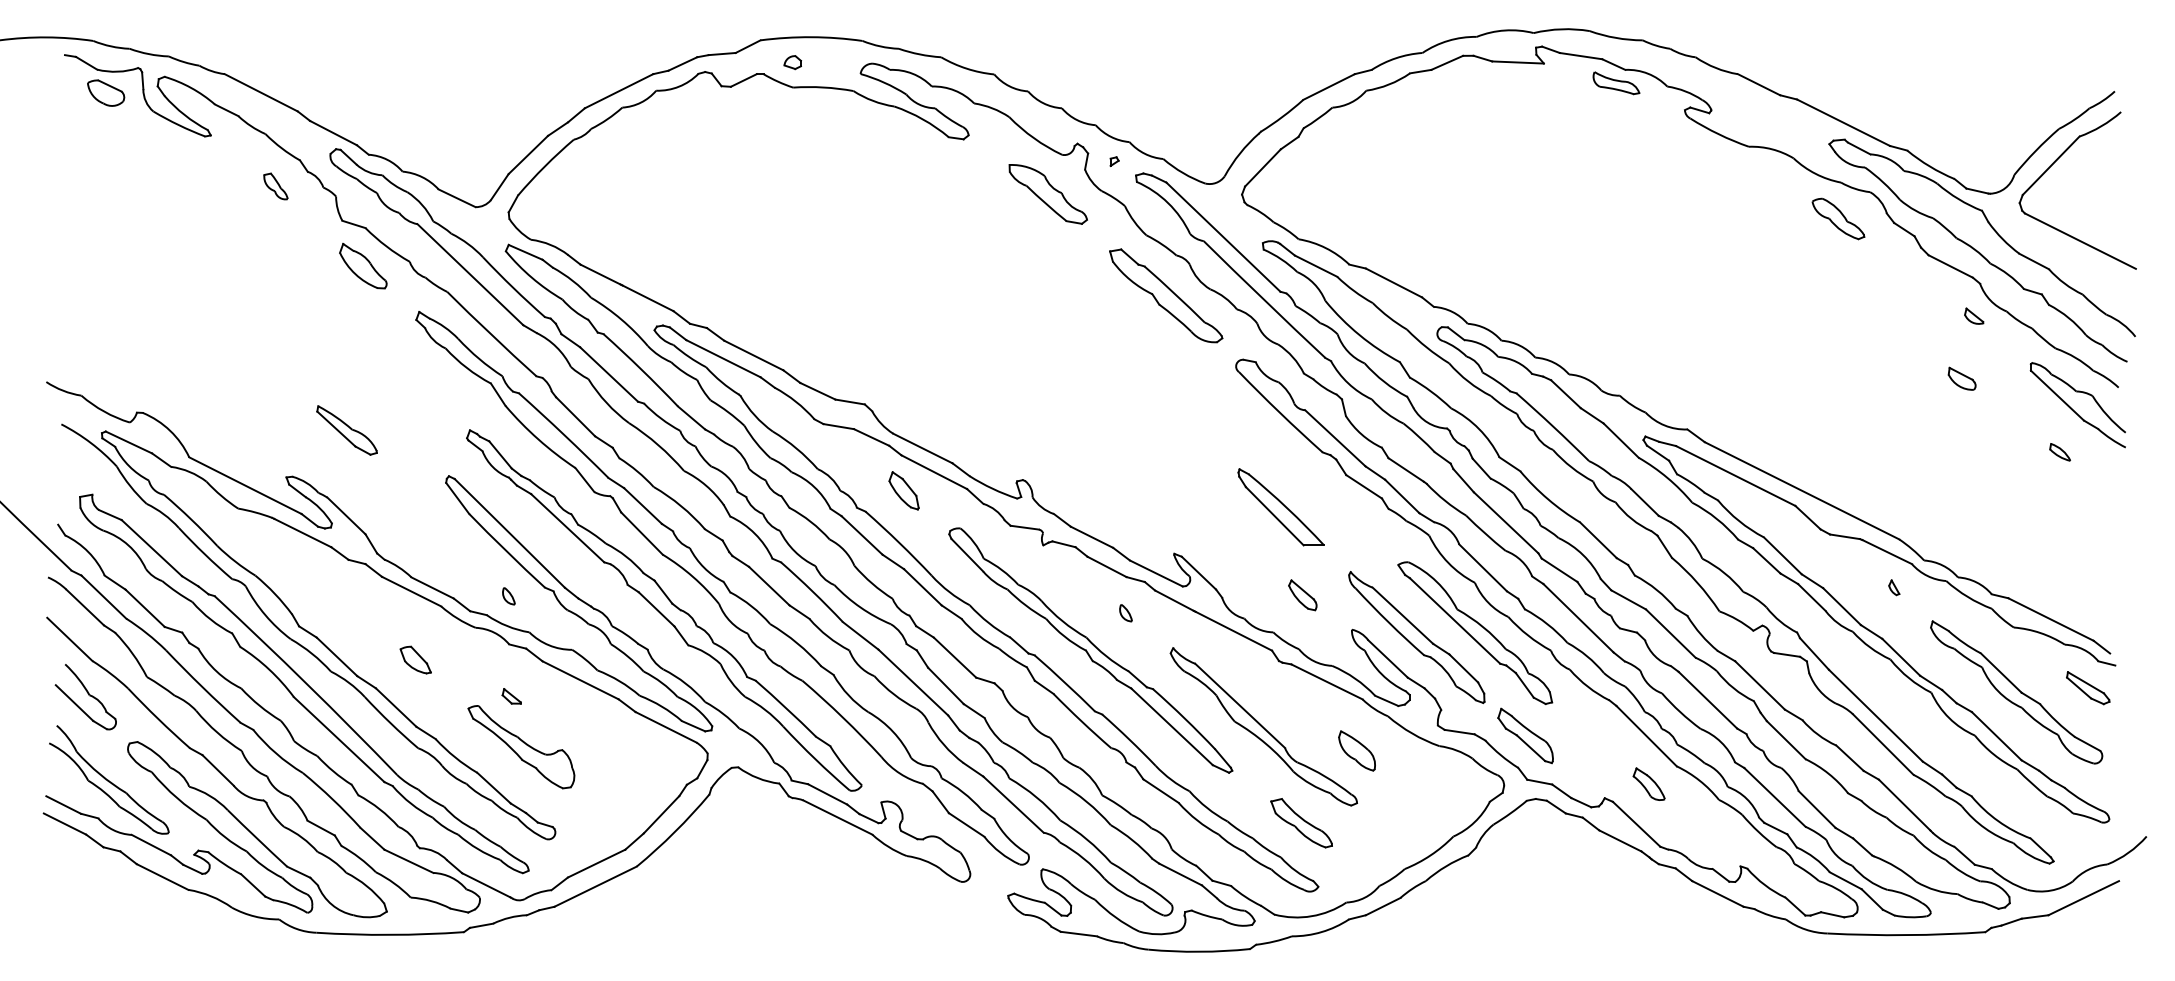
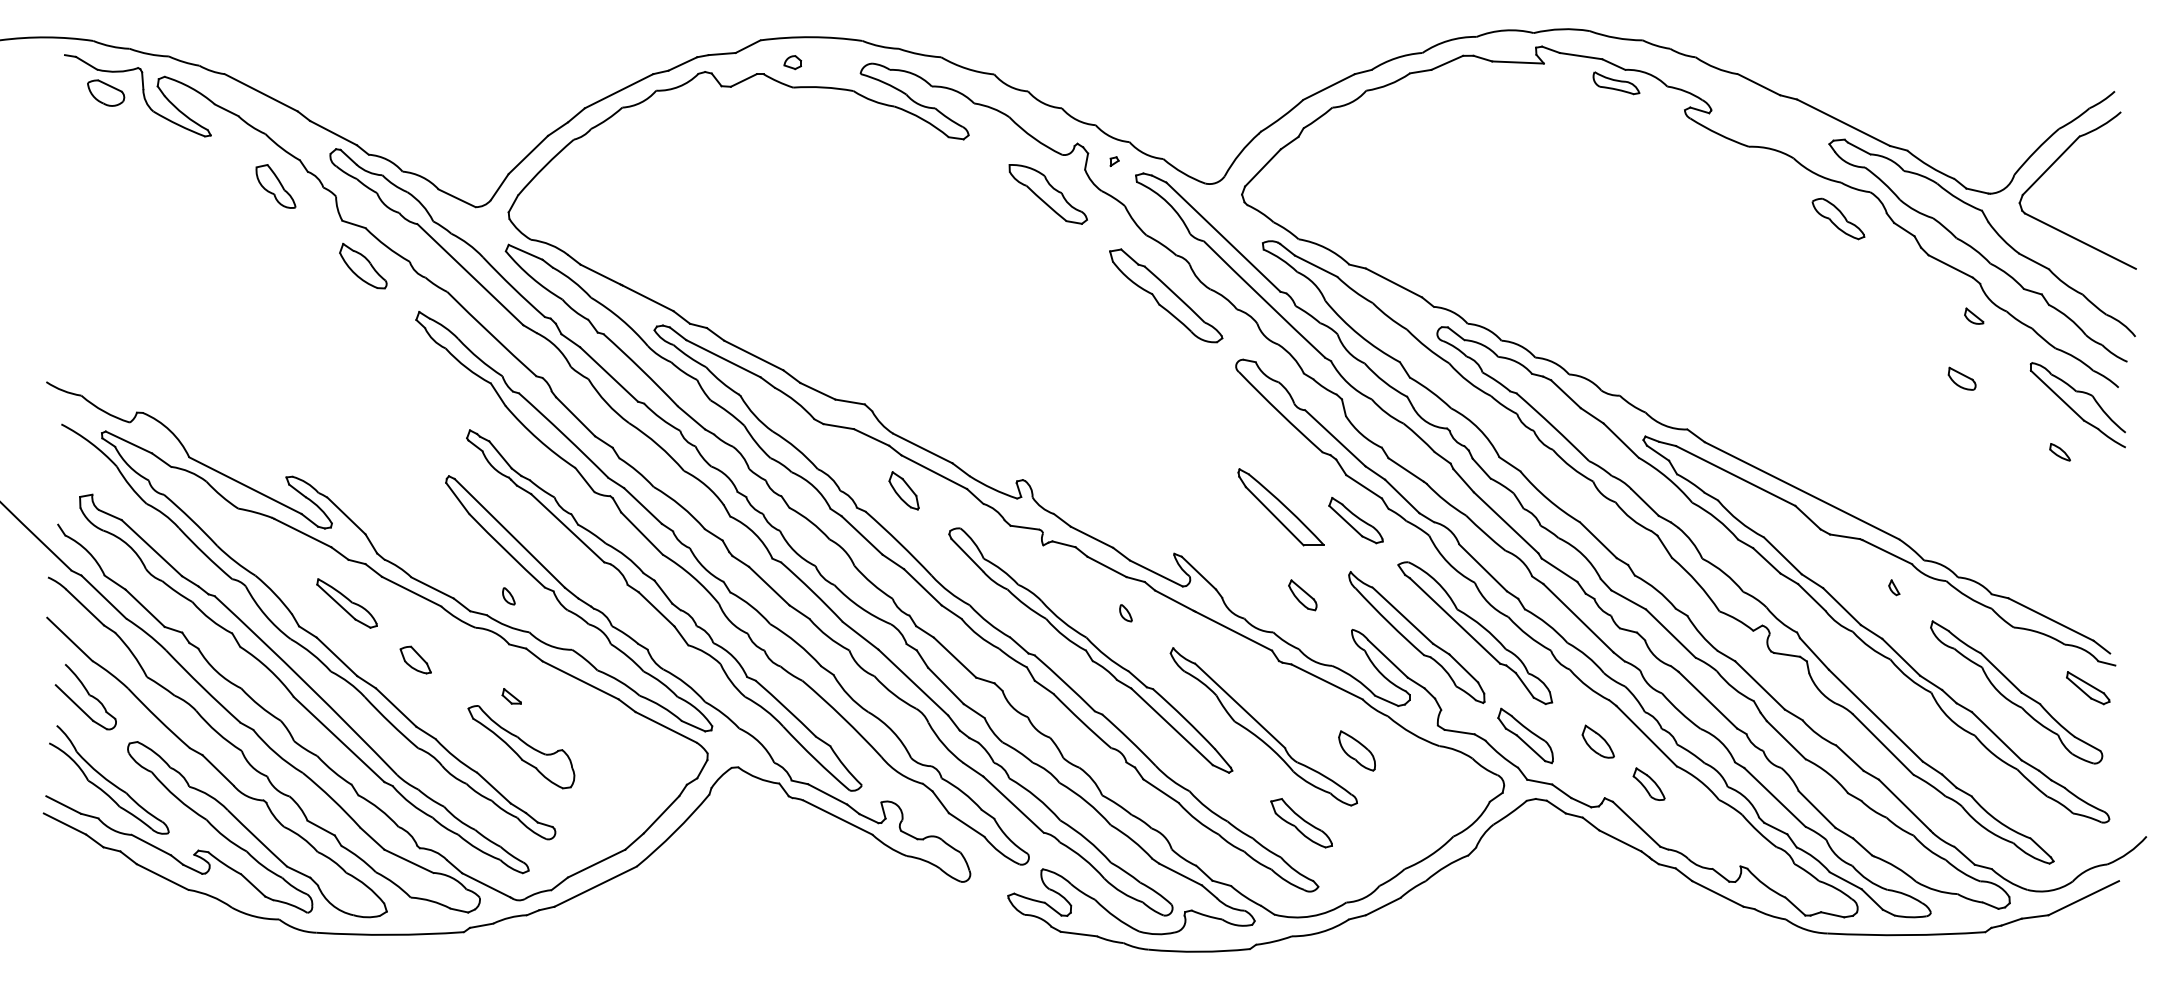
part at (275, 186) size: 26x29 px -> 42x45 px
part at (346, 430) position: (346, 430) -> (346, 603)
part at (1355, 520): none -> present
part at (1597, 741): none -> present
